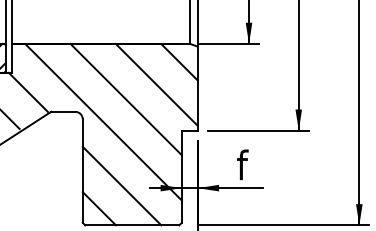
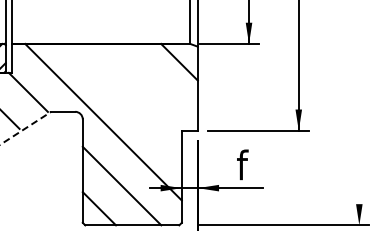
line at (156, 84): present -> none
line at (125, 99): present -> none
line at (359, 113): present -> none
line at (26, 128): solid -> dashed
